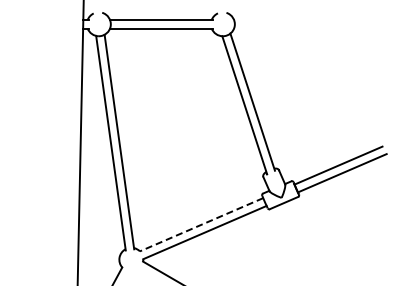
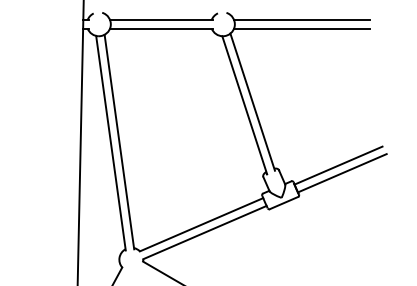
line at (302, 20): none -> present
line at (302, 28): none -> present
line at (201, 224): dashed -> solid
